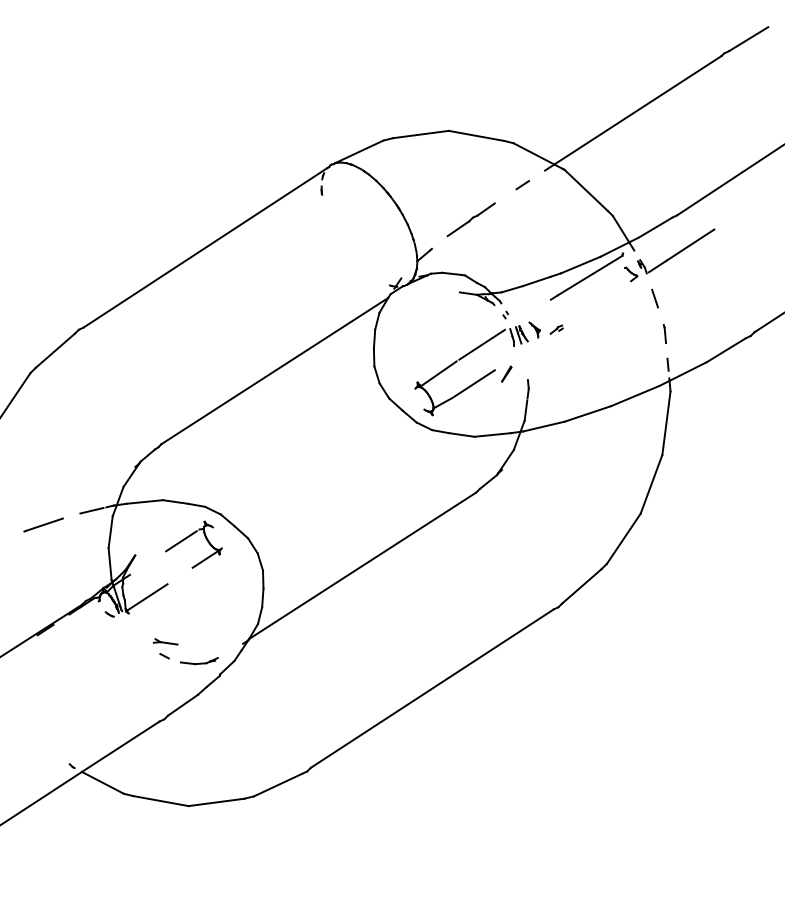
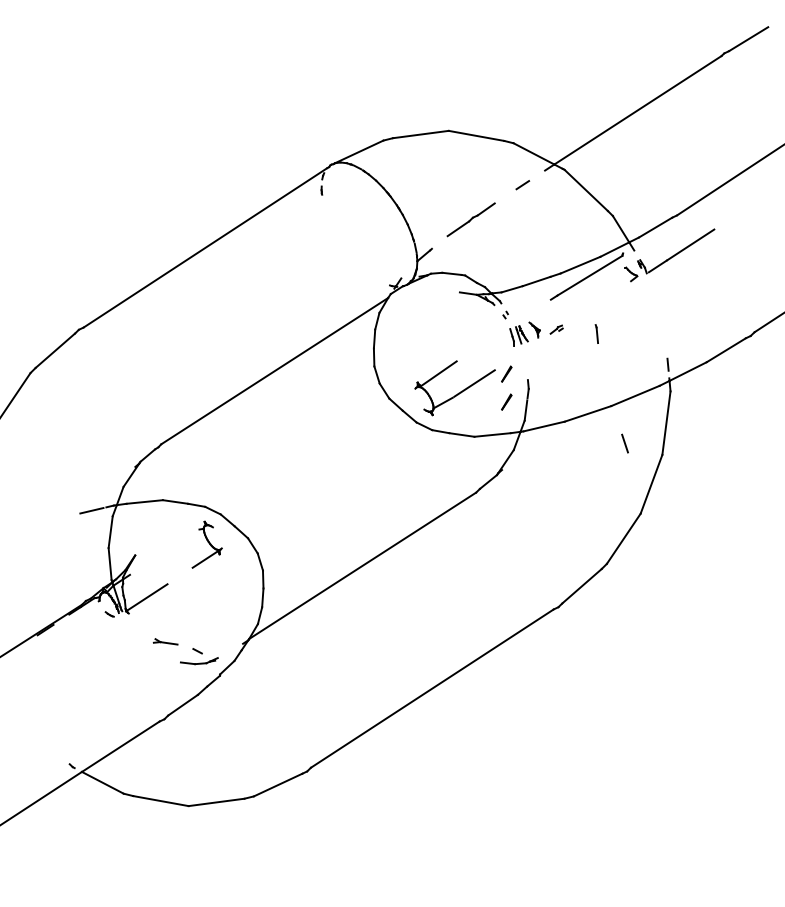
line at (654, 298) position: (654, 298) -> (624, 443)
line at (664, 333) position: (664, 333) -> (596, 333)
line at (481, 344): present -> none
line at (506, 401): none -> present
line at (43, 524): present -> none
line at (181, 541): present -> none
line at (164, 656) position: (164, 656) -> (197, 651)
